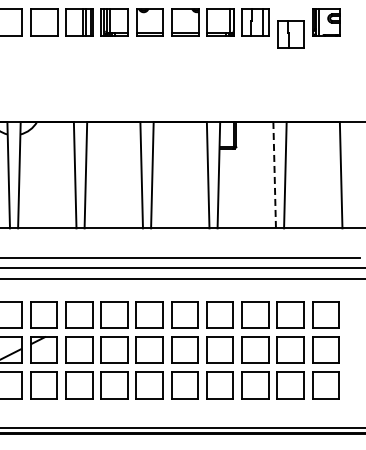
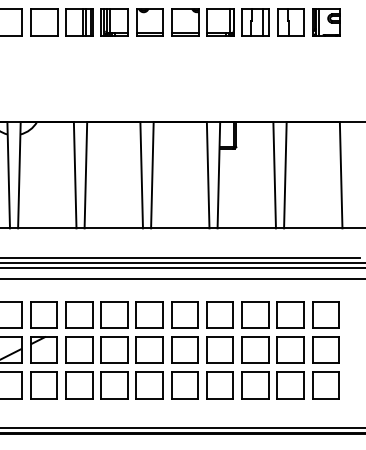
part at (290, 34) position: (290, 34) -> (290, 22)
line at (274, 175): dashed -> solid
line at (182, 262): none -> present
